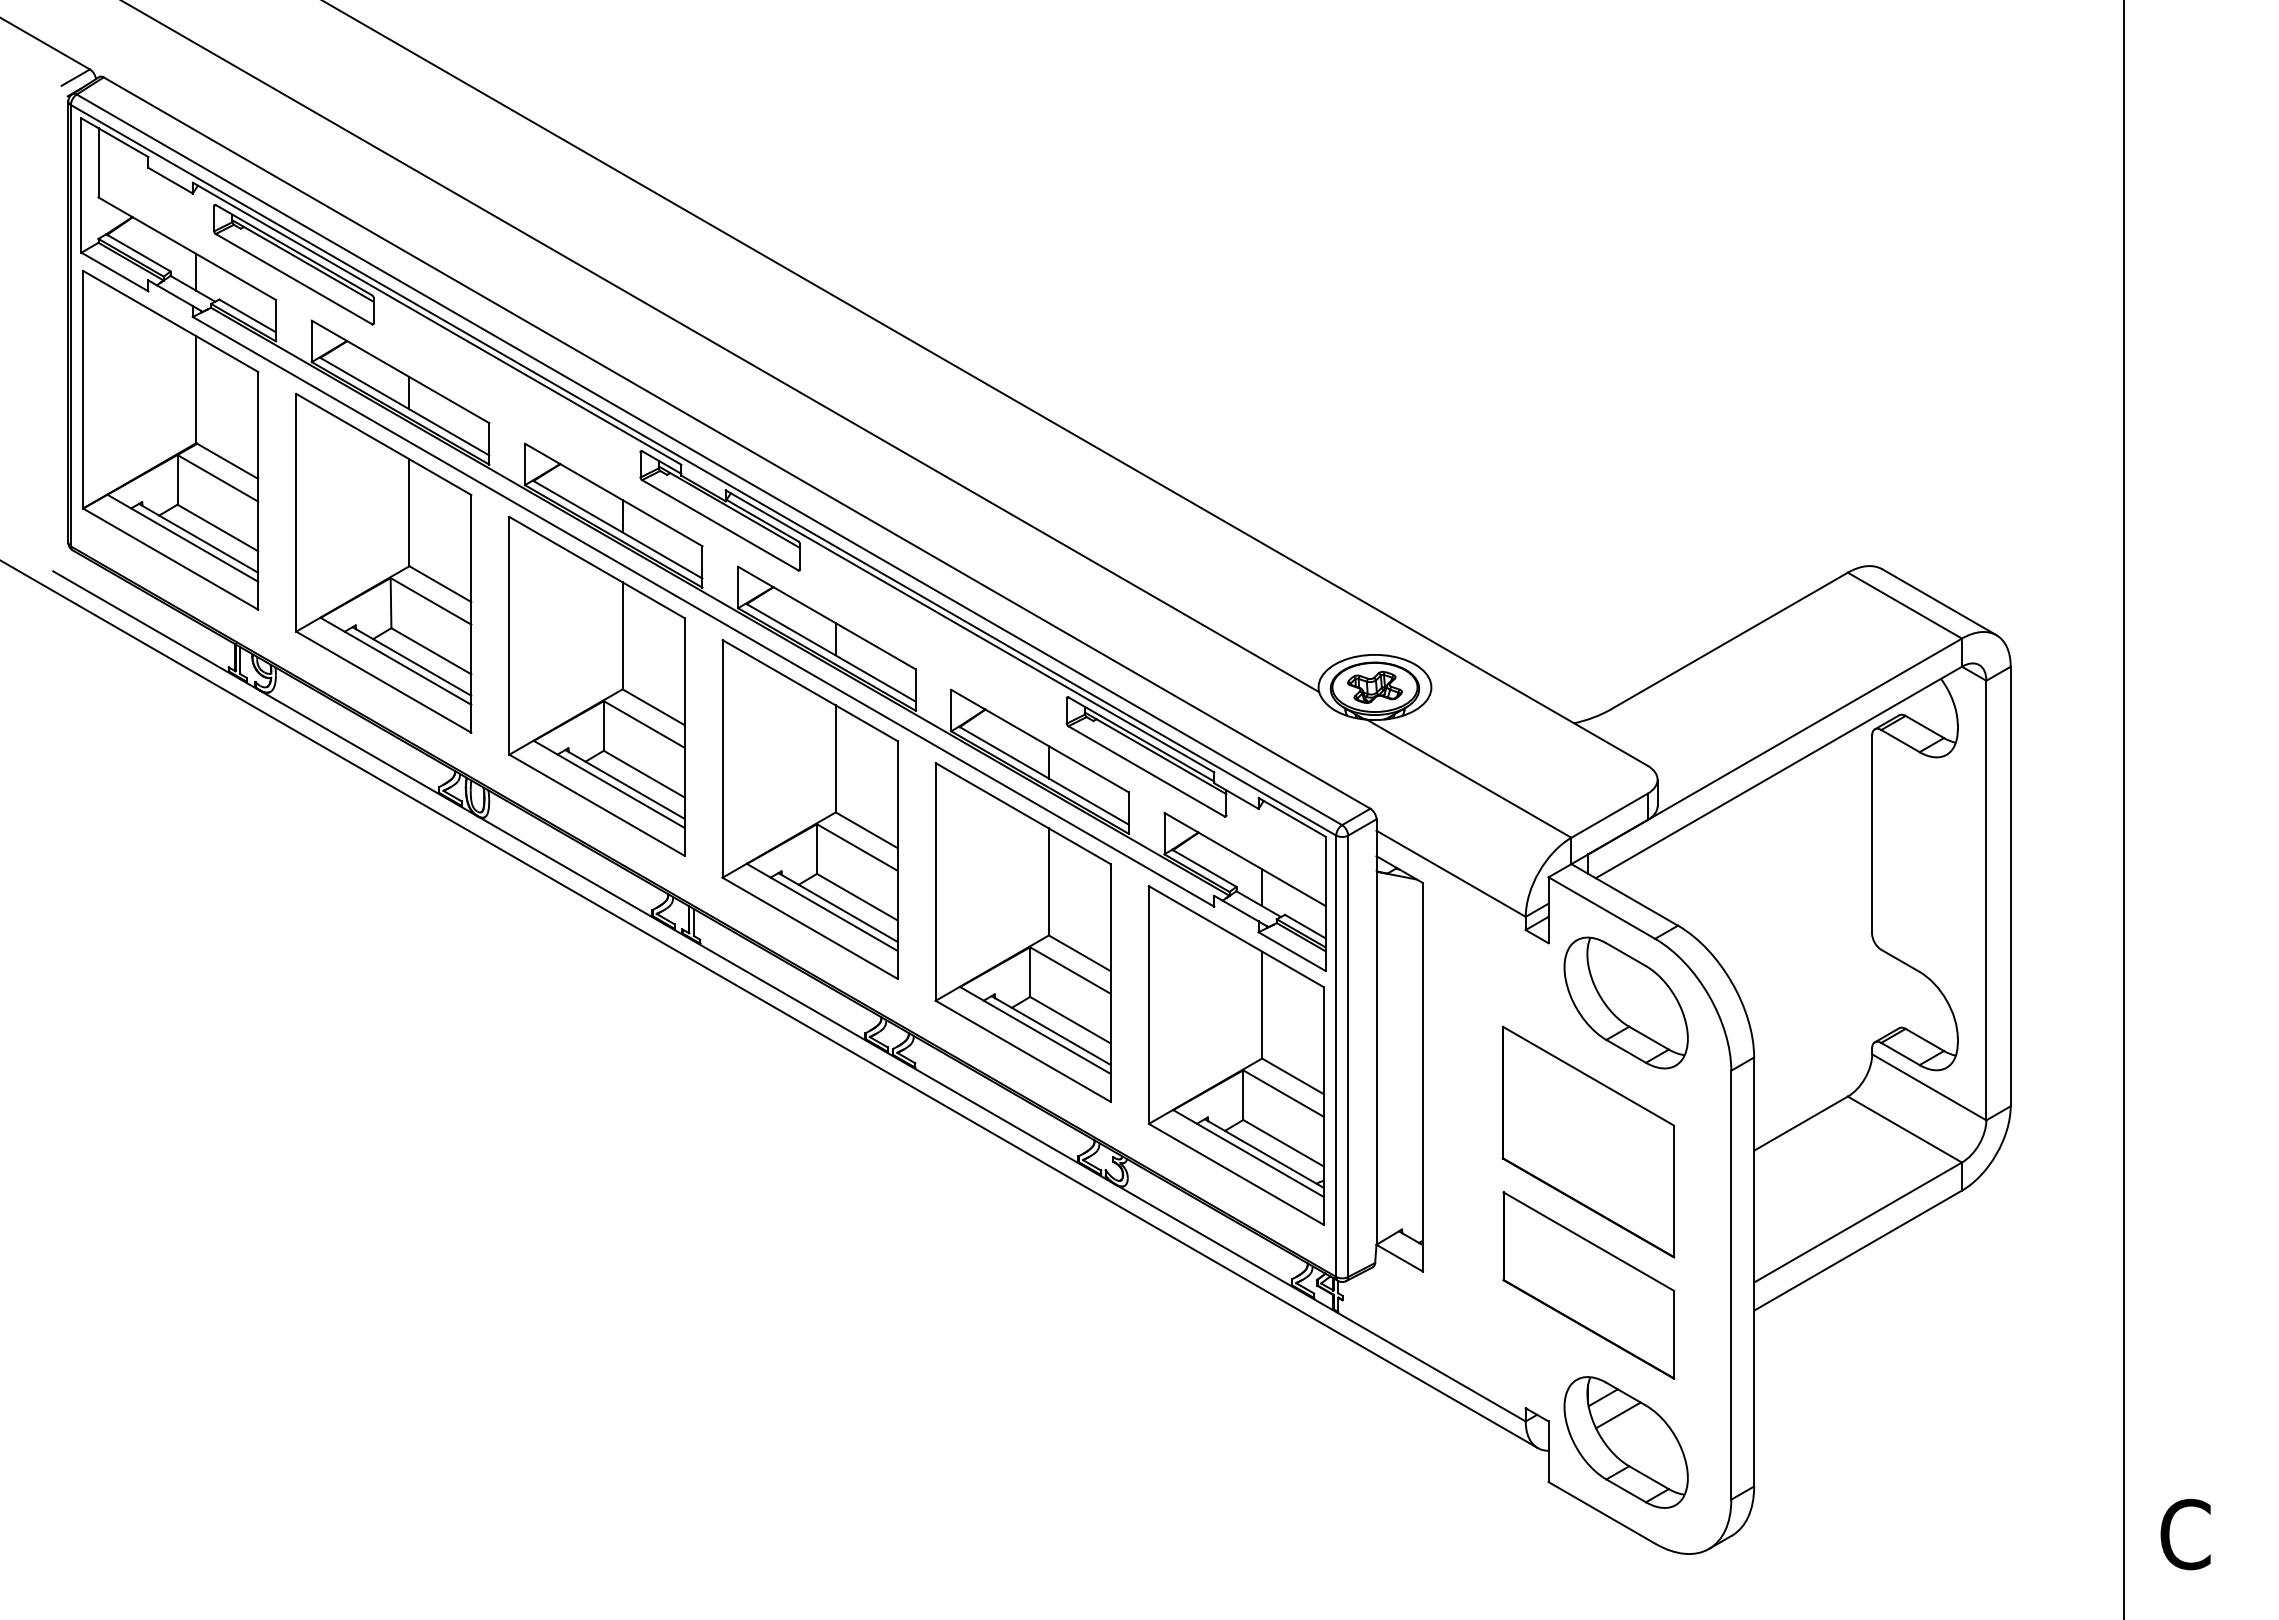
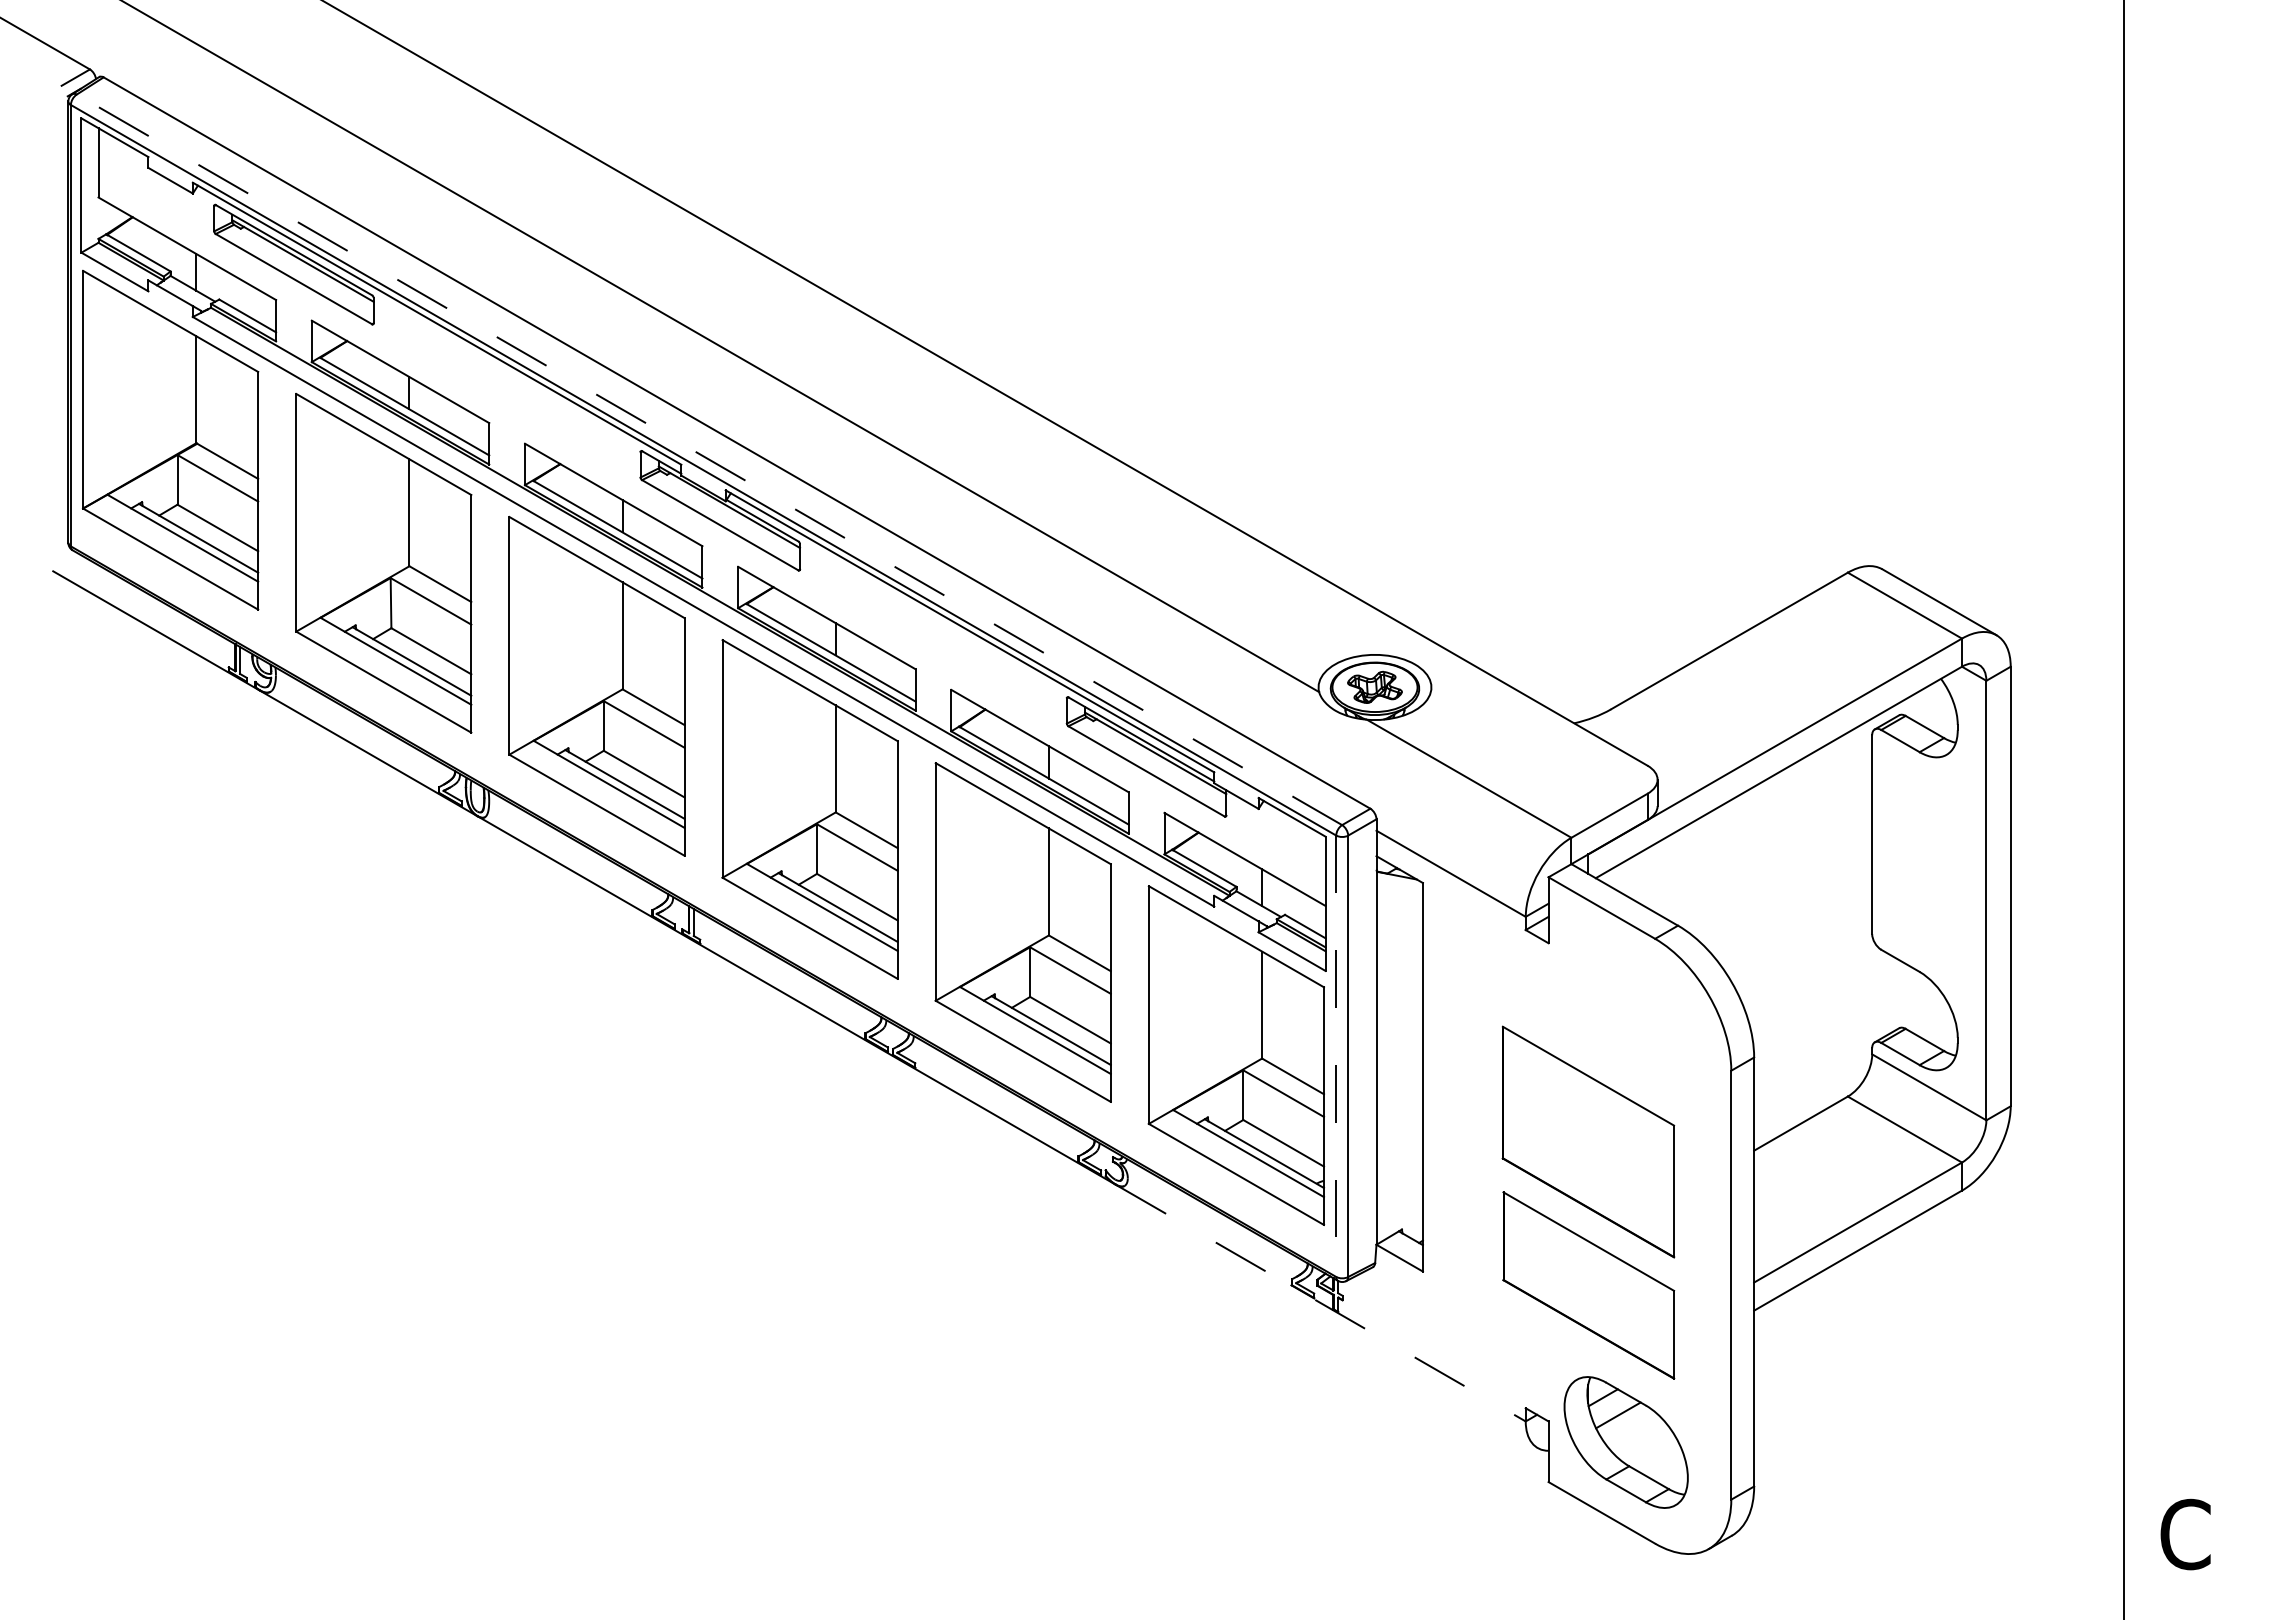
line at (709, 459): solid -> dashed
part at (1625, 1002): present -> none
line at (769, 1004): present -> none
line at (1336, 1056): solid -> dashed
line at (1321, 1303): solid -> dashed
